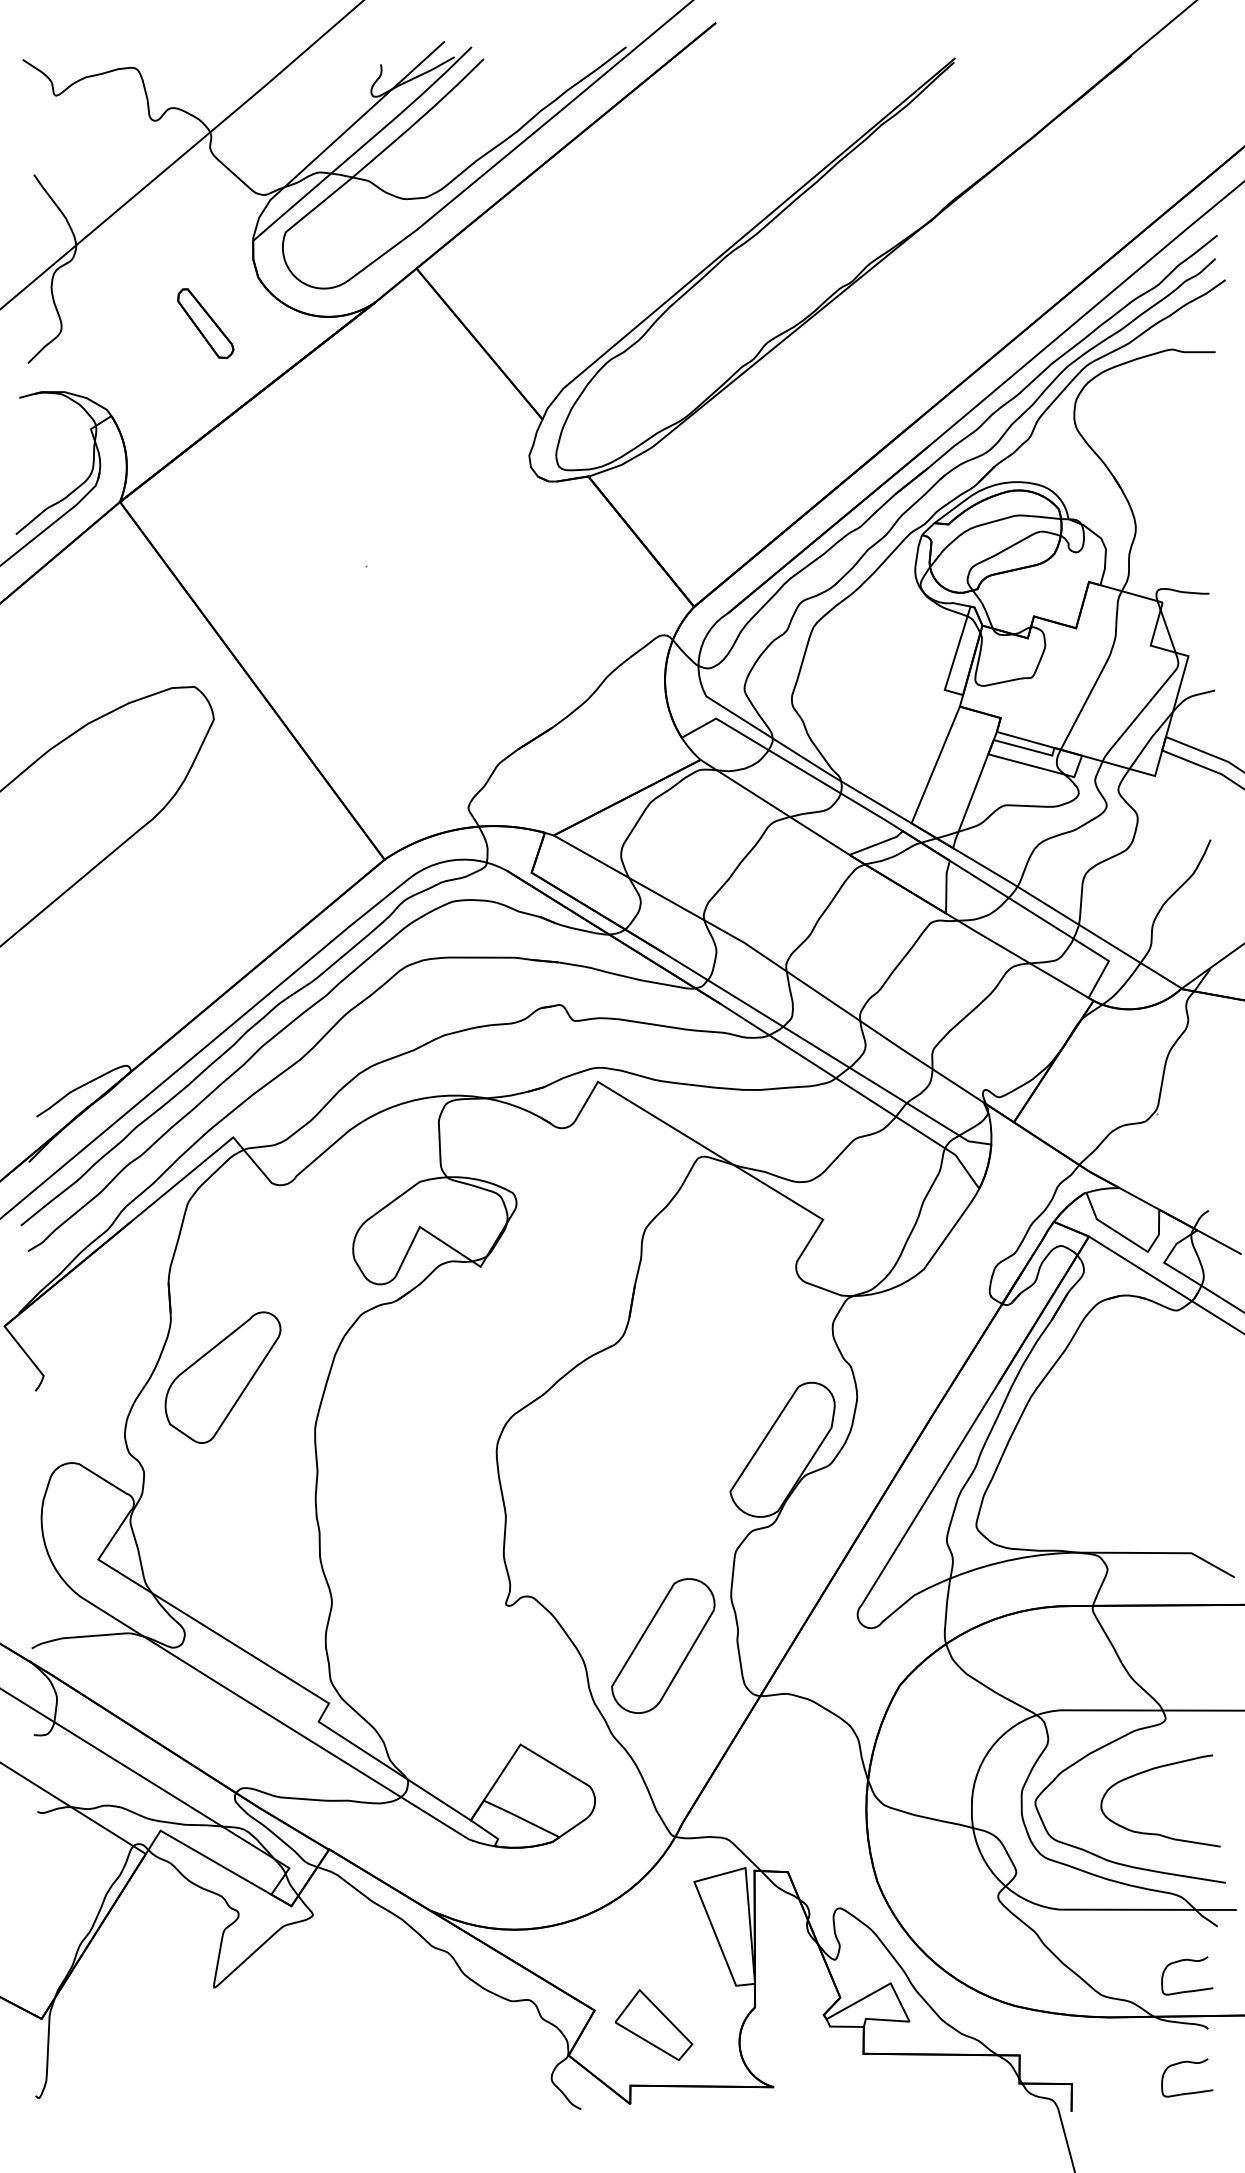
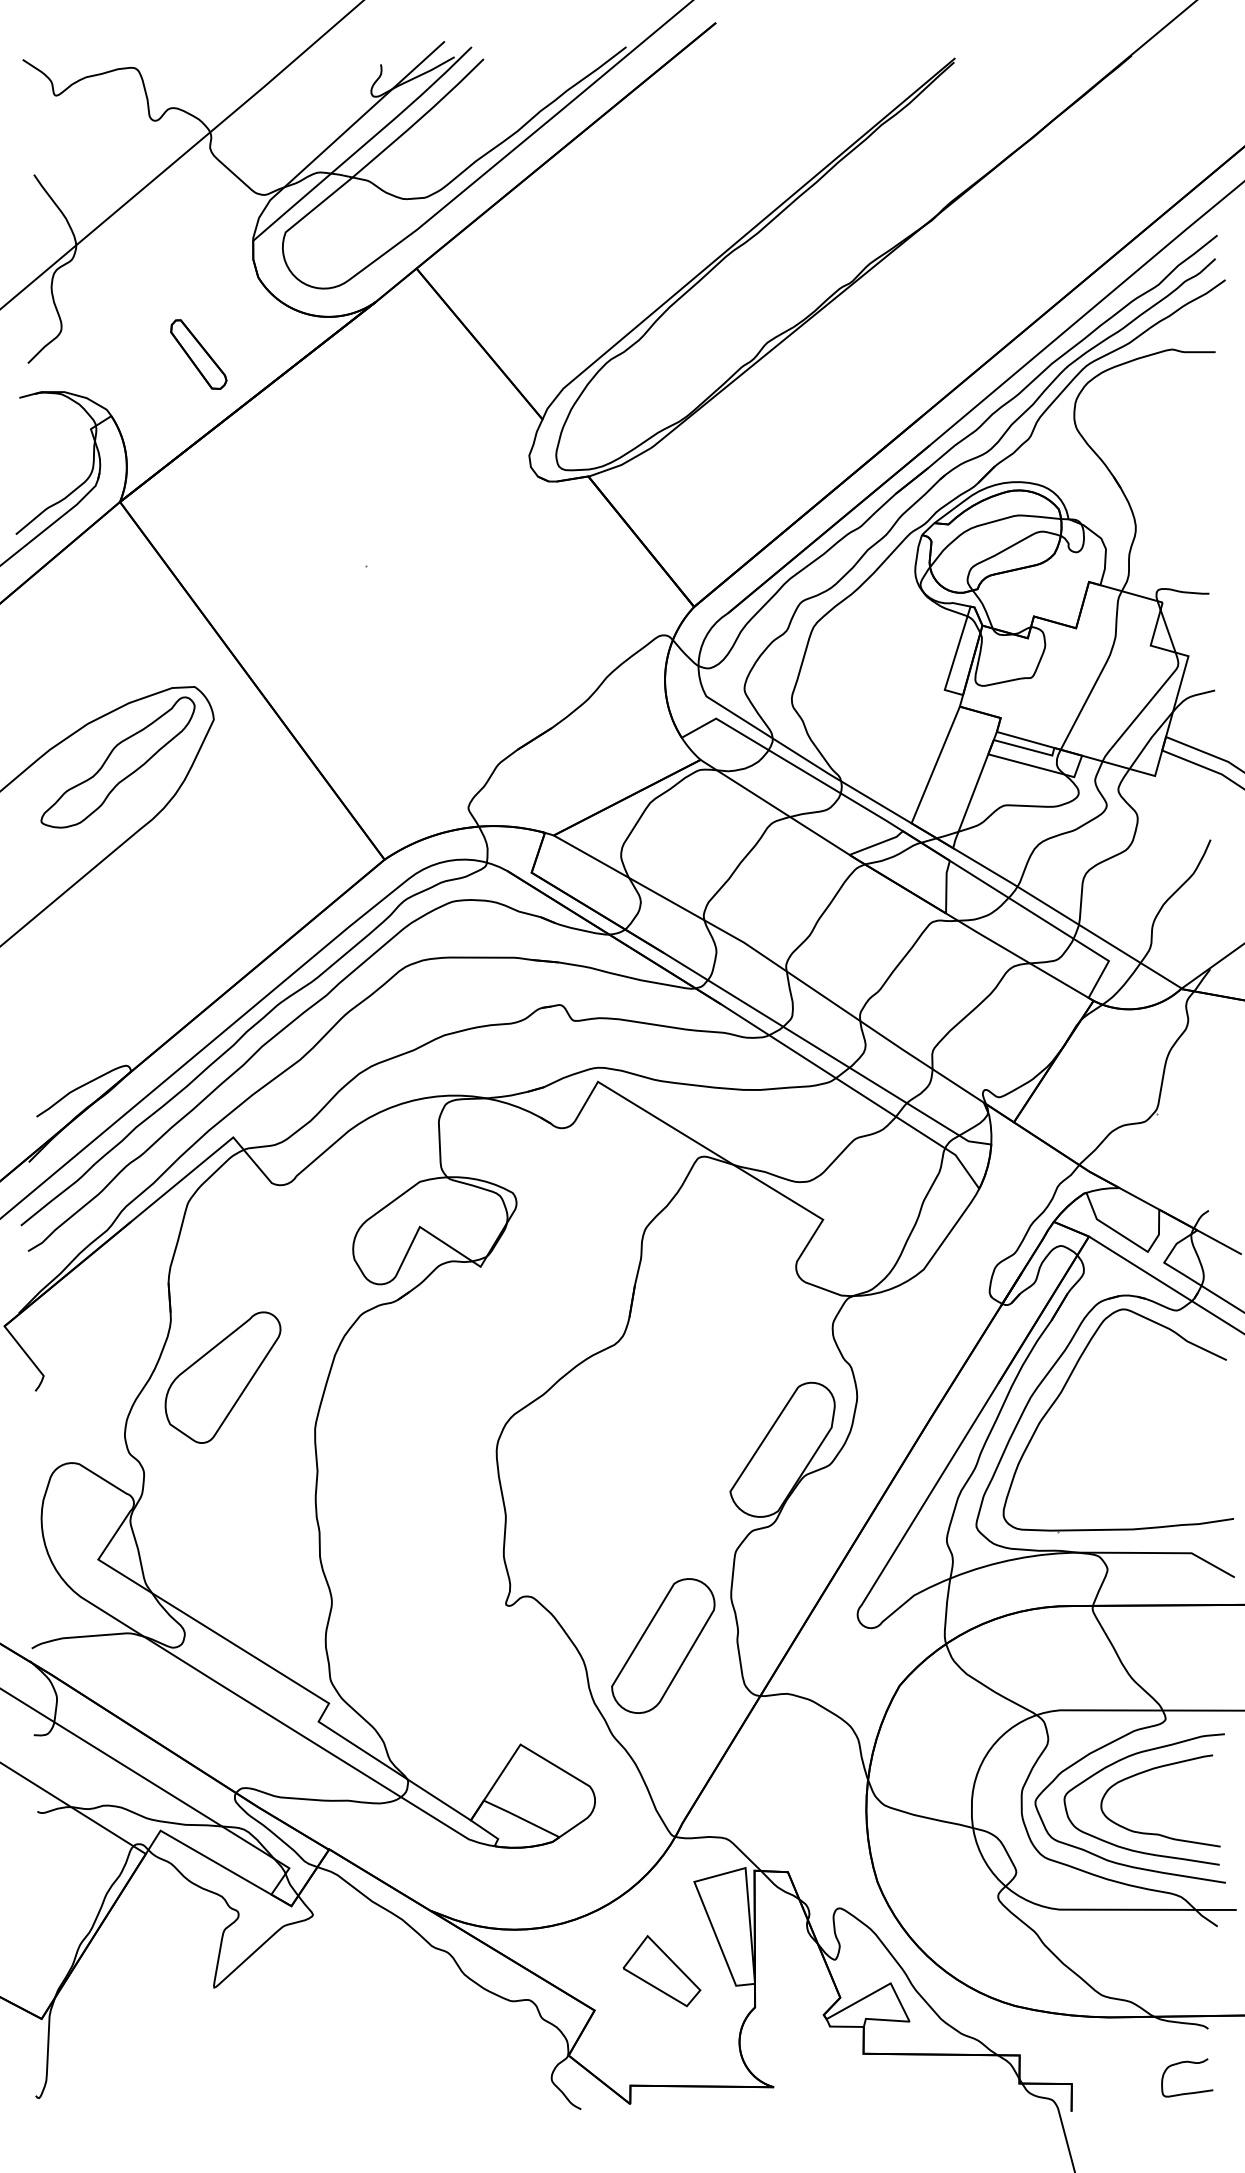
part at (205, 323) position: (205, 323) -> (198, 354)
part at (117, 762): none -> present
part at (1062, 1392): none -> present
curve at (1129, 1757): none -> present
curve at (1190, 1961): present -> none
part at (653, 2025) position: (653, 2025) -> (661, 1971)
